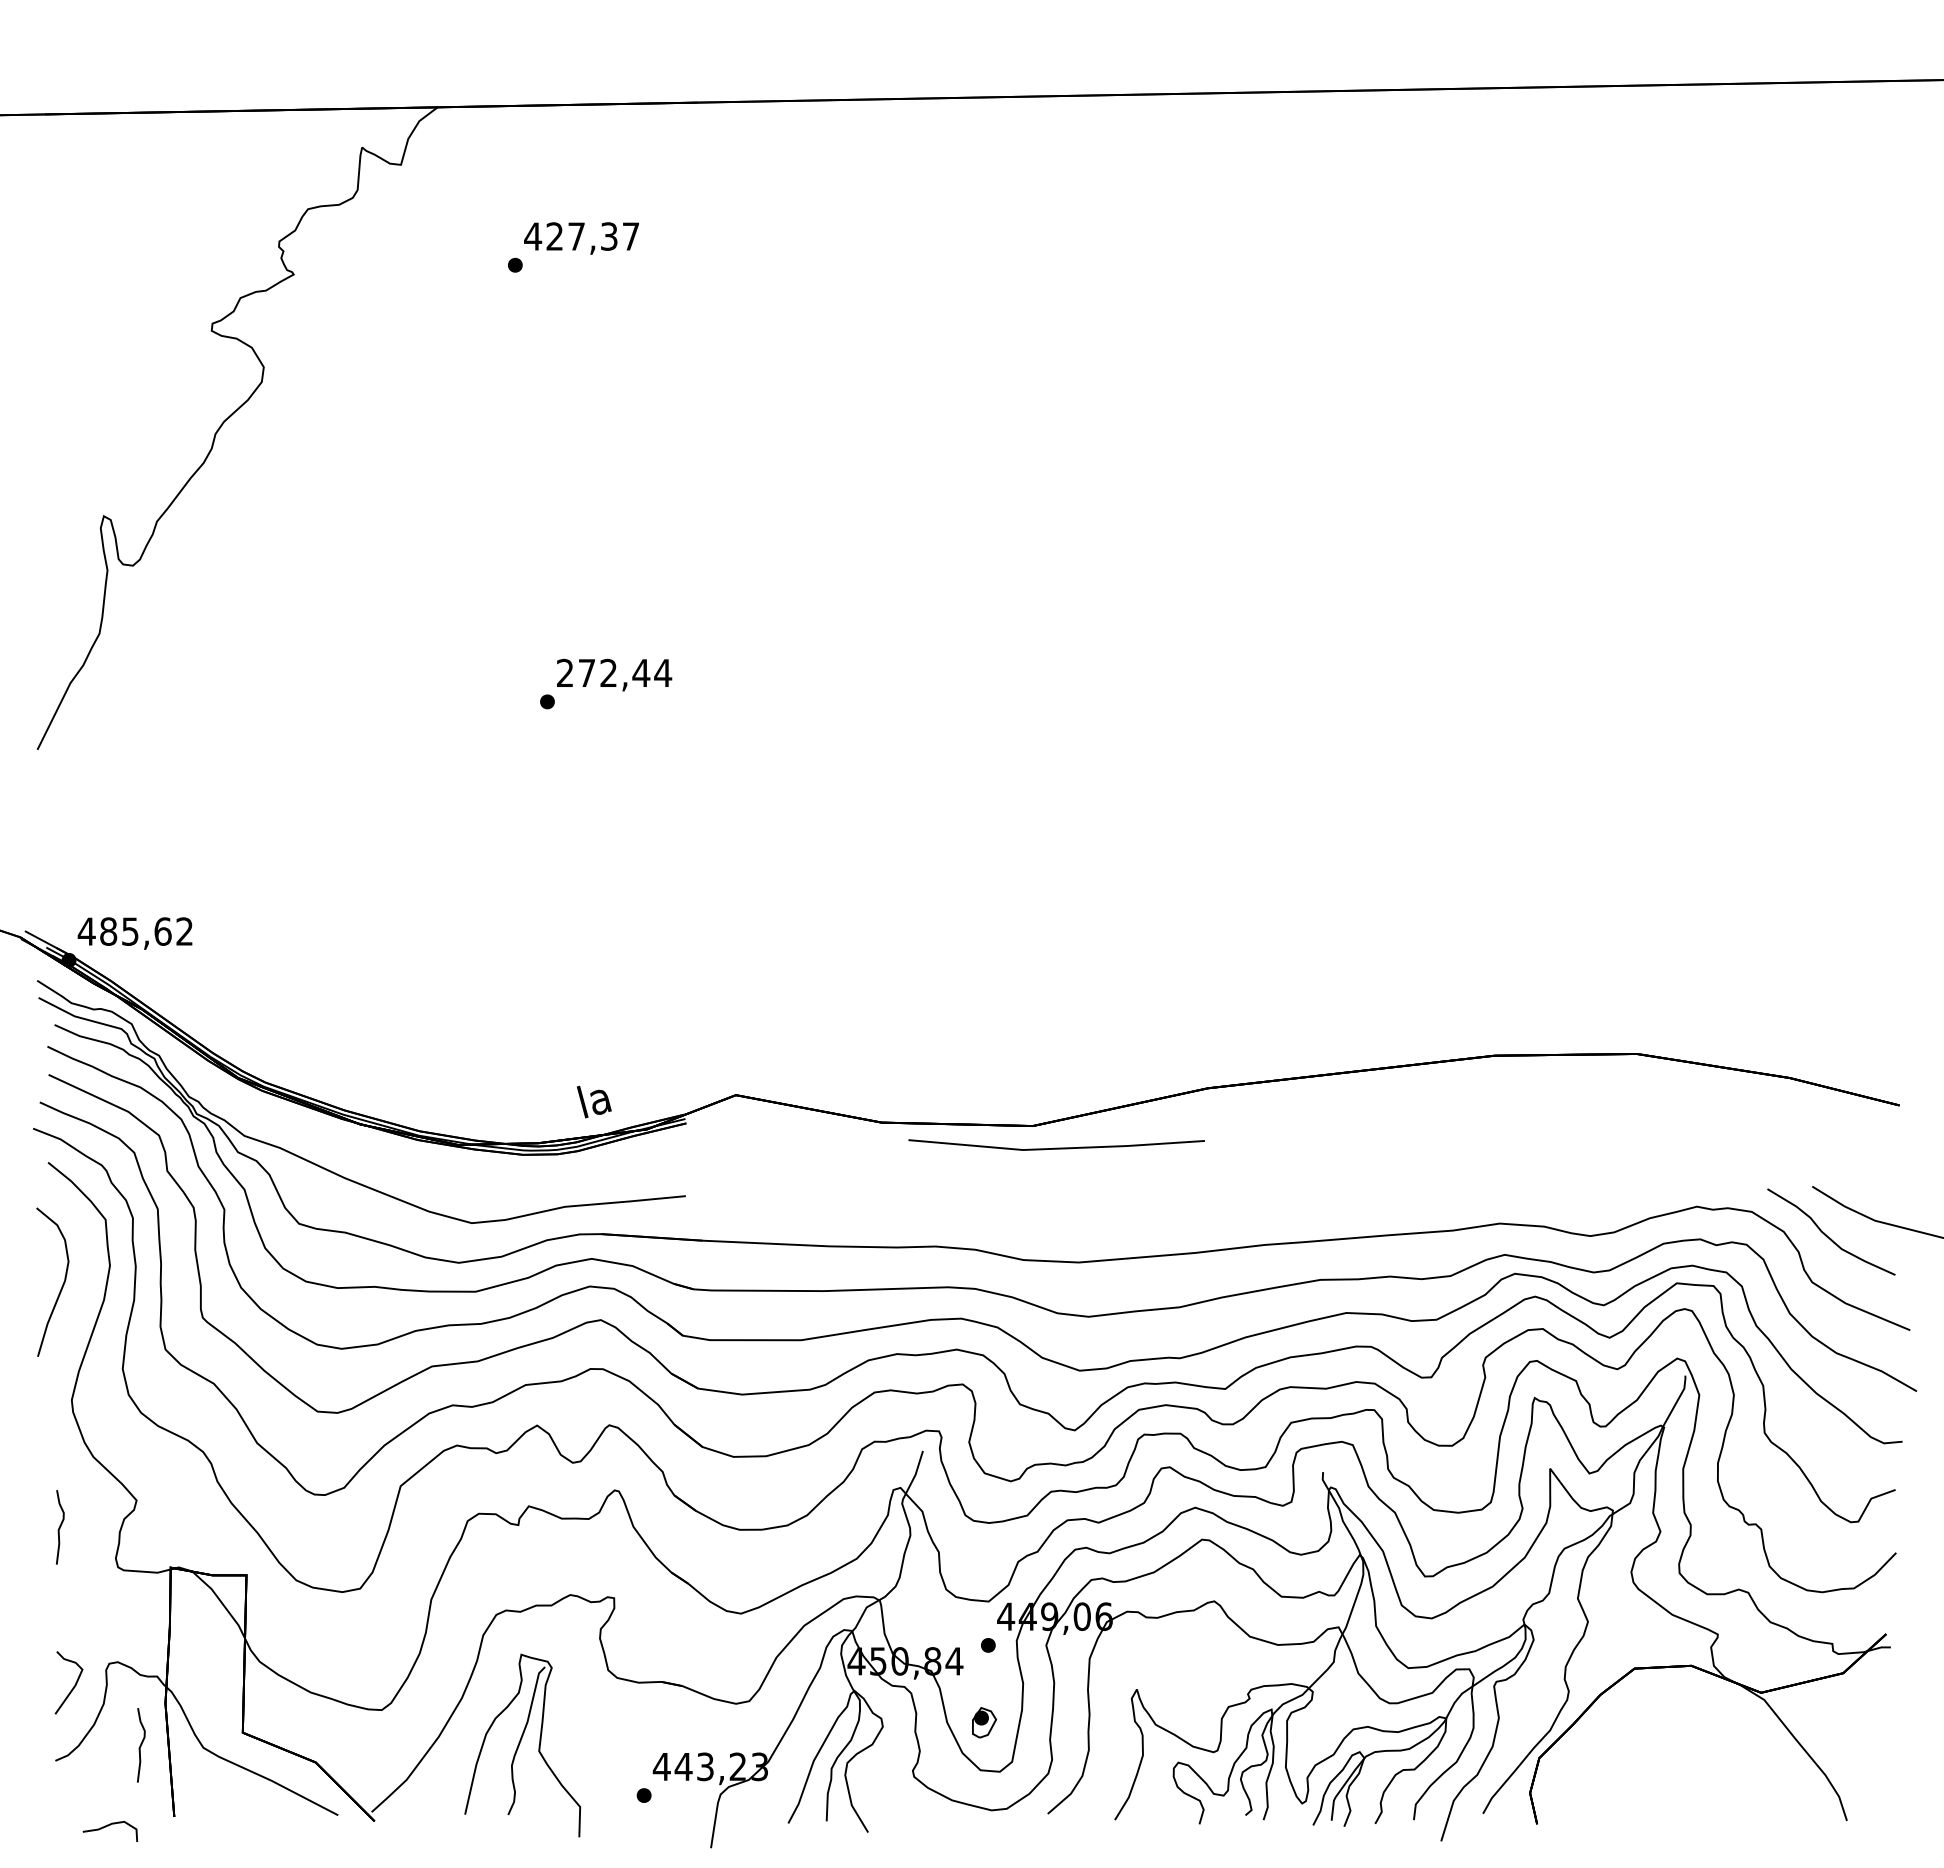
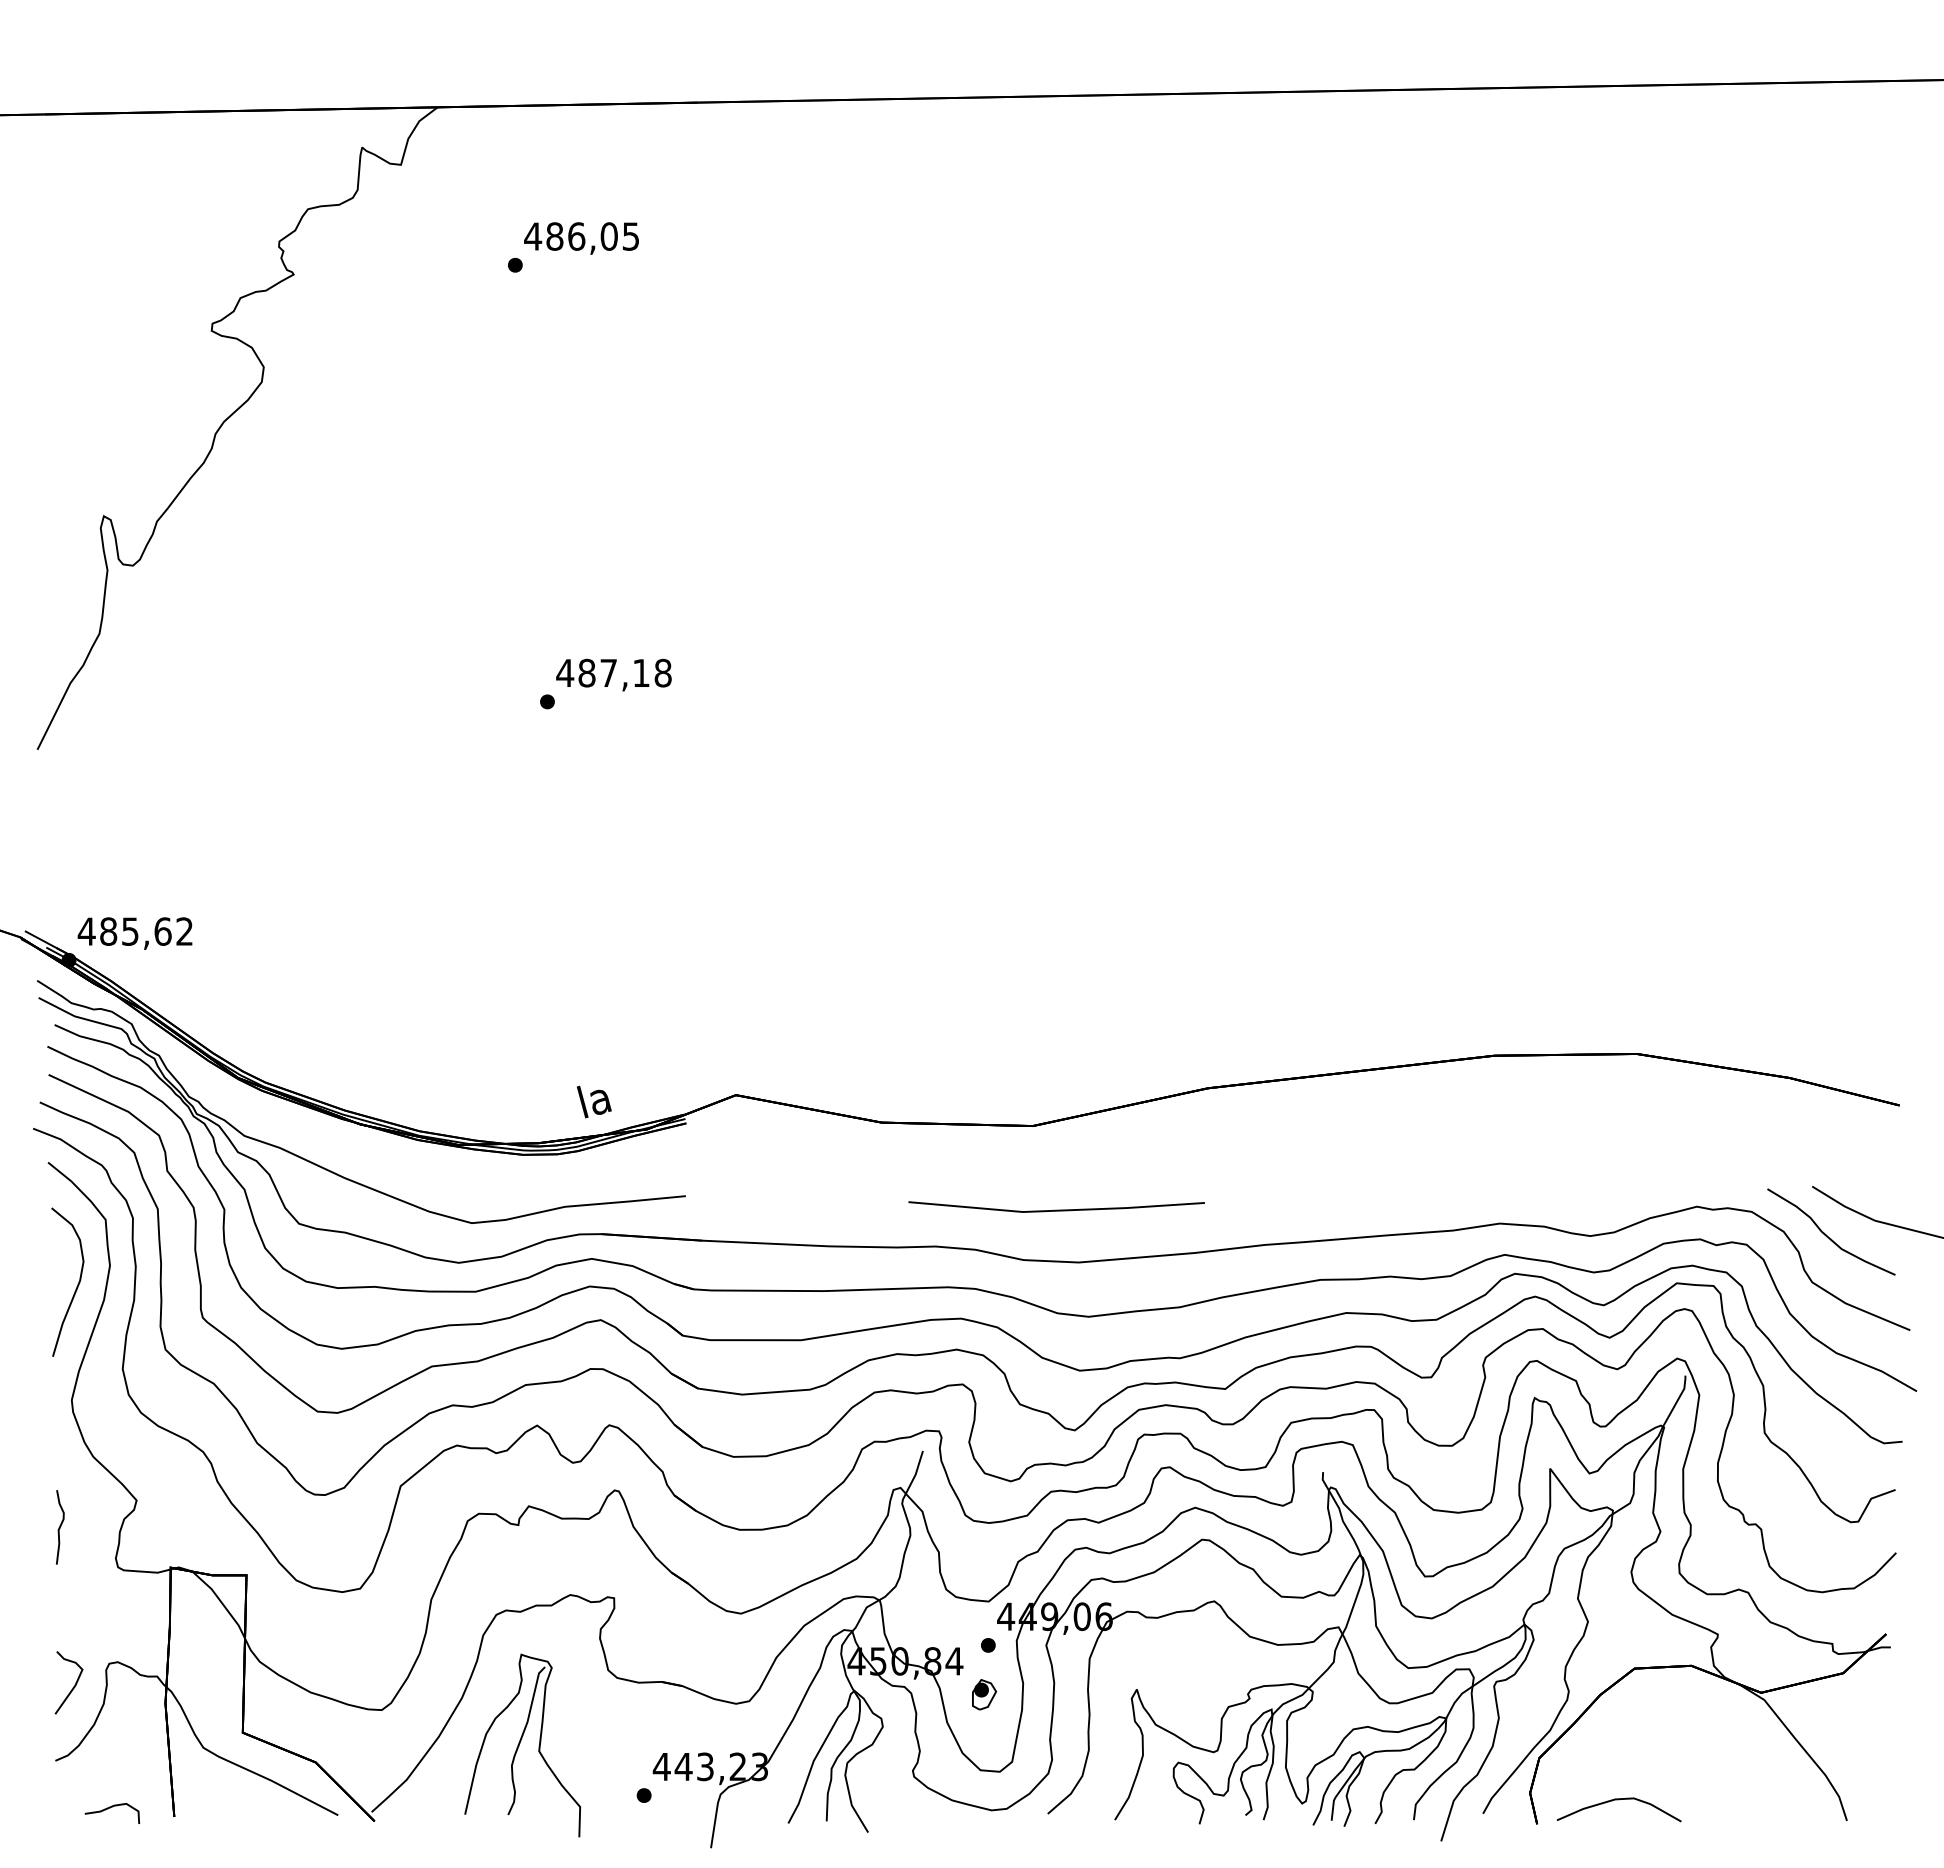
text at (592, 236): 427,37 -> 486,05
text at (614, 672): 272,44 -> 487,18
line at (1056, 1147) position: (1056, 1147) -> (1056, 1209)
curve at (61, 1286) position: (61, 1286) -> (76, 1286)
part at (984, 1722) position: (984, 1722) -> (984, 1694)
curve at (141, 1745): present -> none
curve at (1618, 1800): none -> present
curve at (108, 1826) position: (108, 1826) -> (110, 1808)
